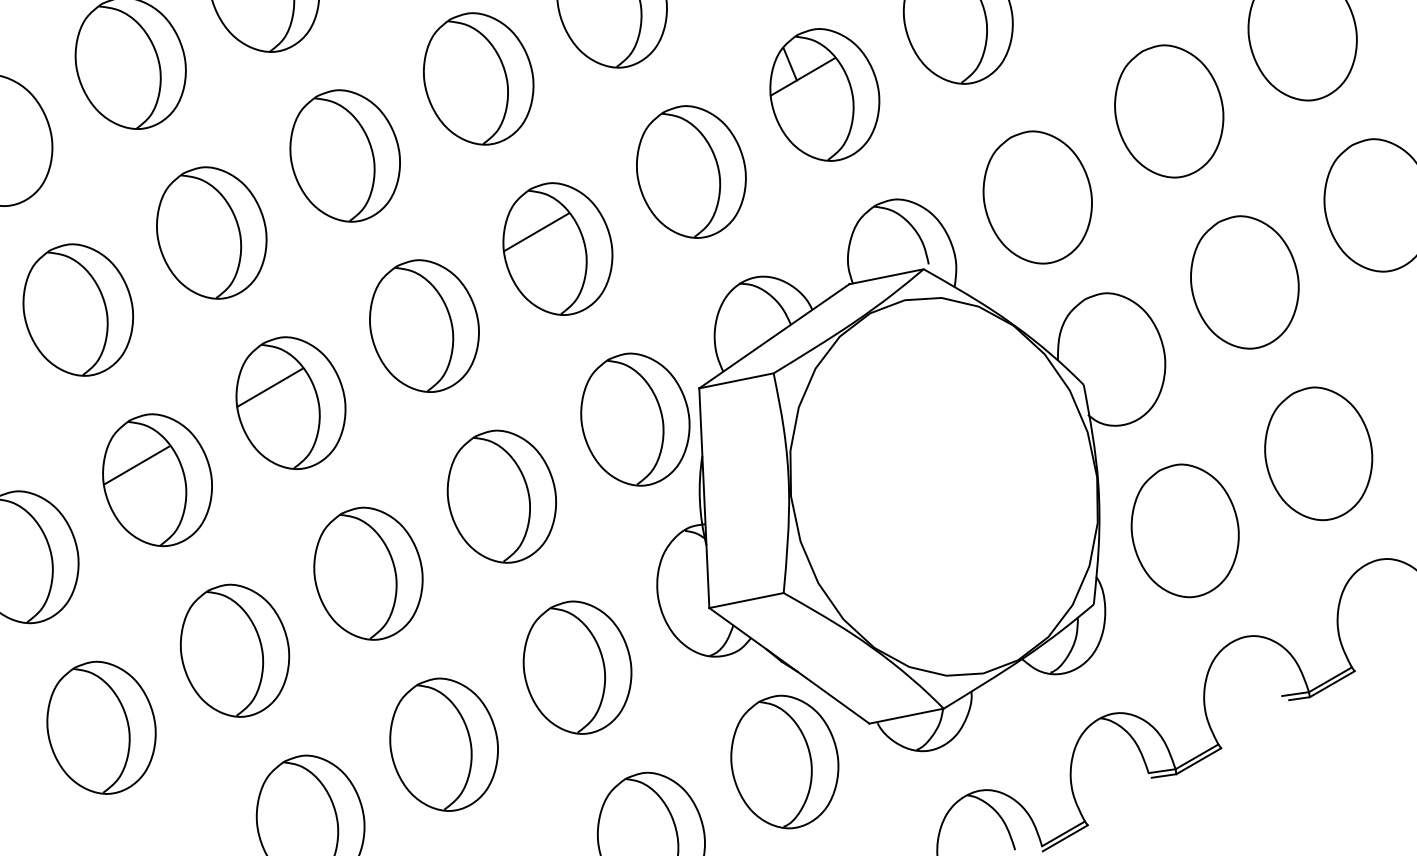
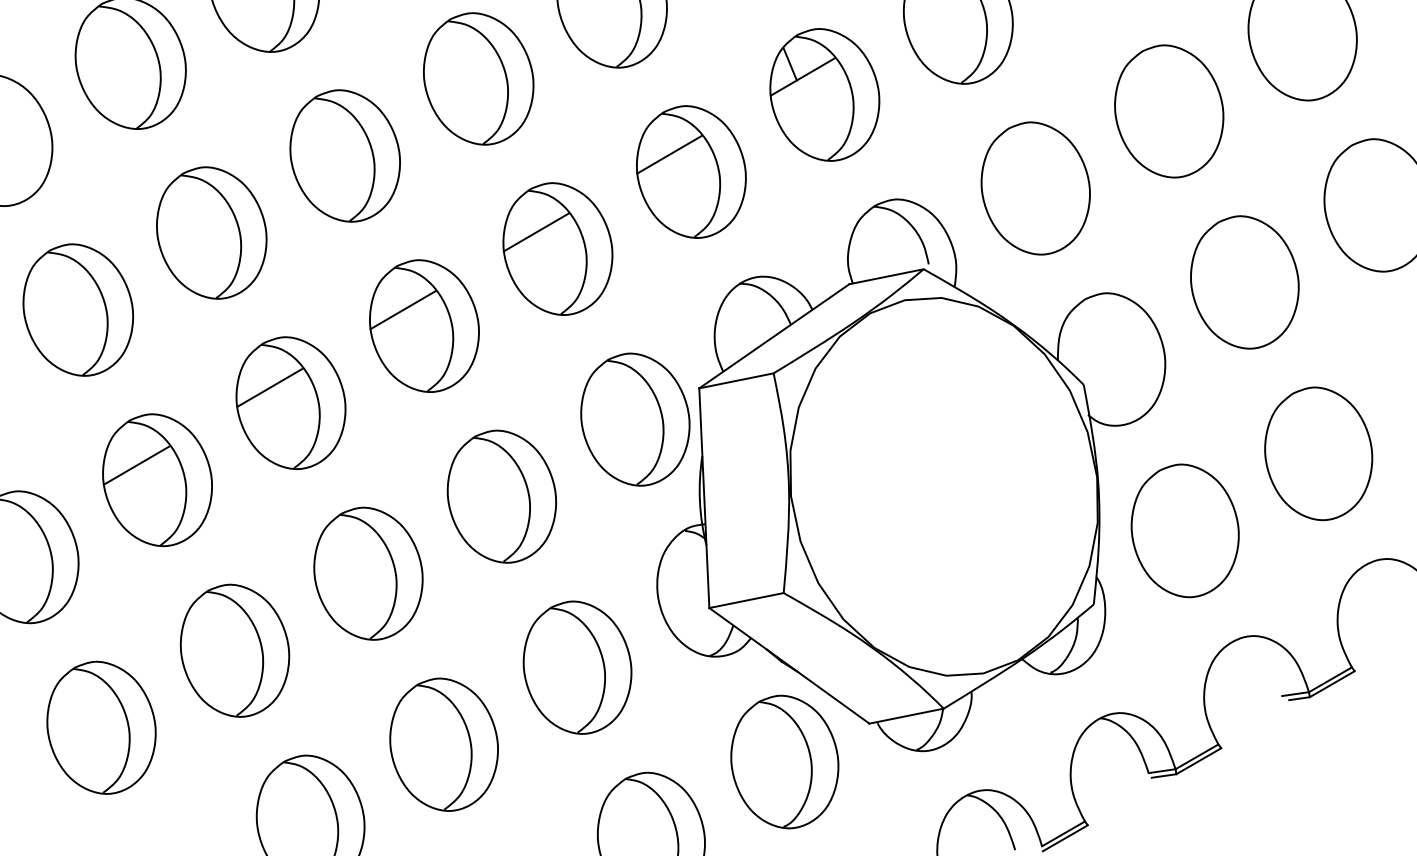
line at (669, 154): none -> present
part at (1037, 197) position: (1037, 197) -> (1035, 188)
line at (402, 310): none -> present
